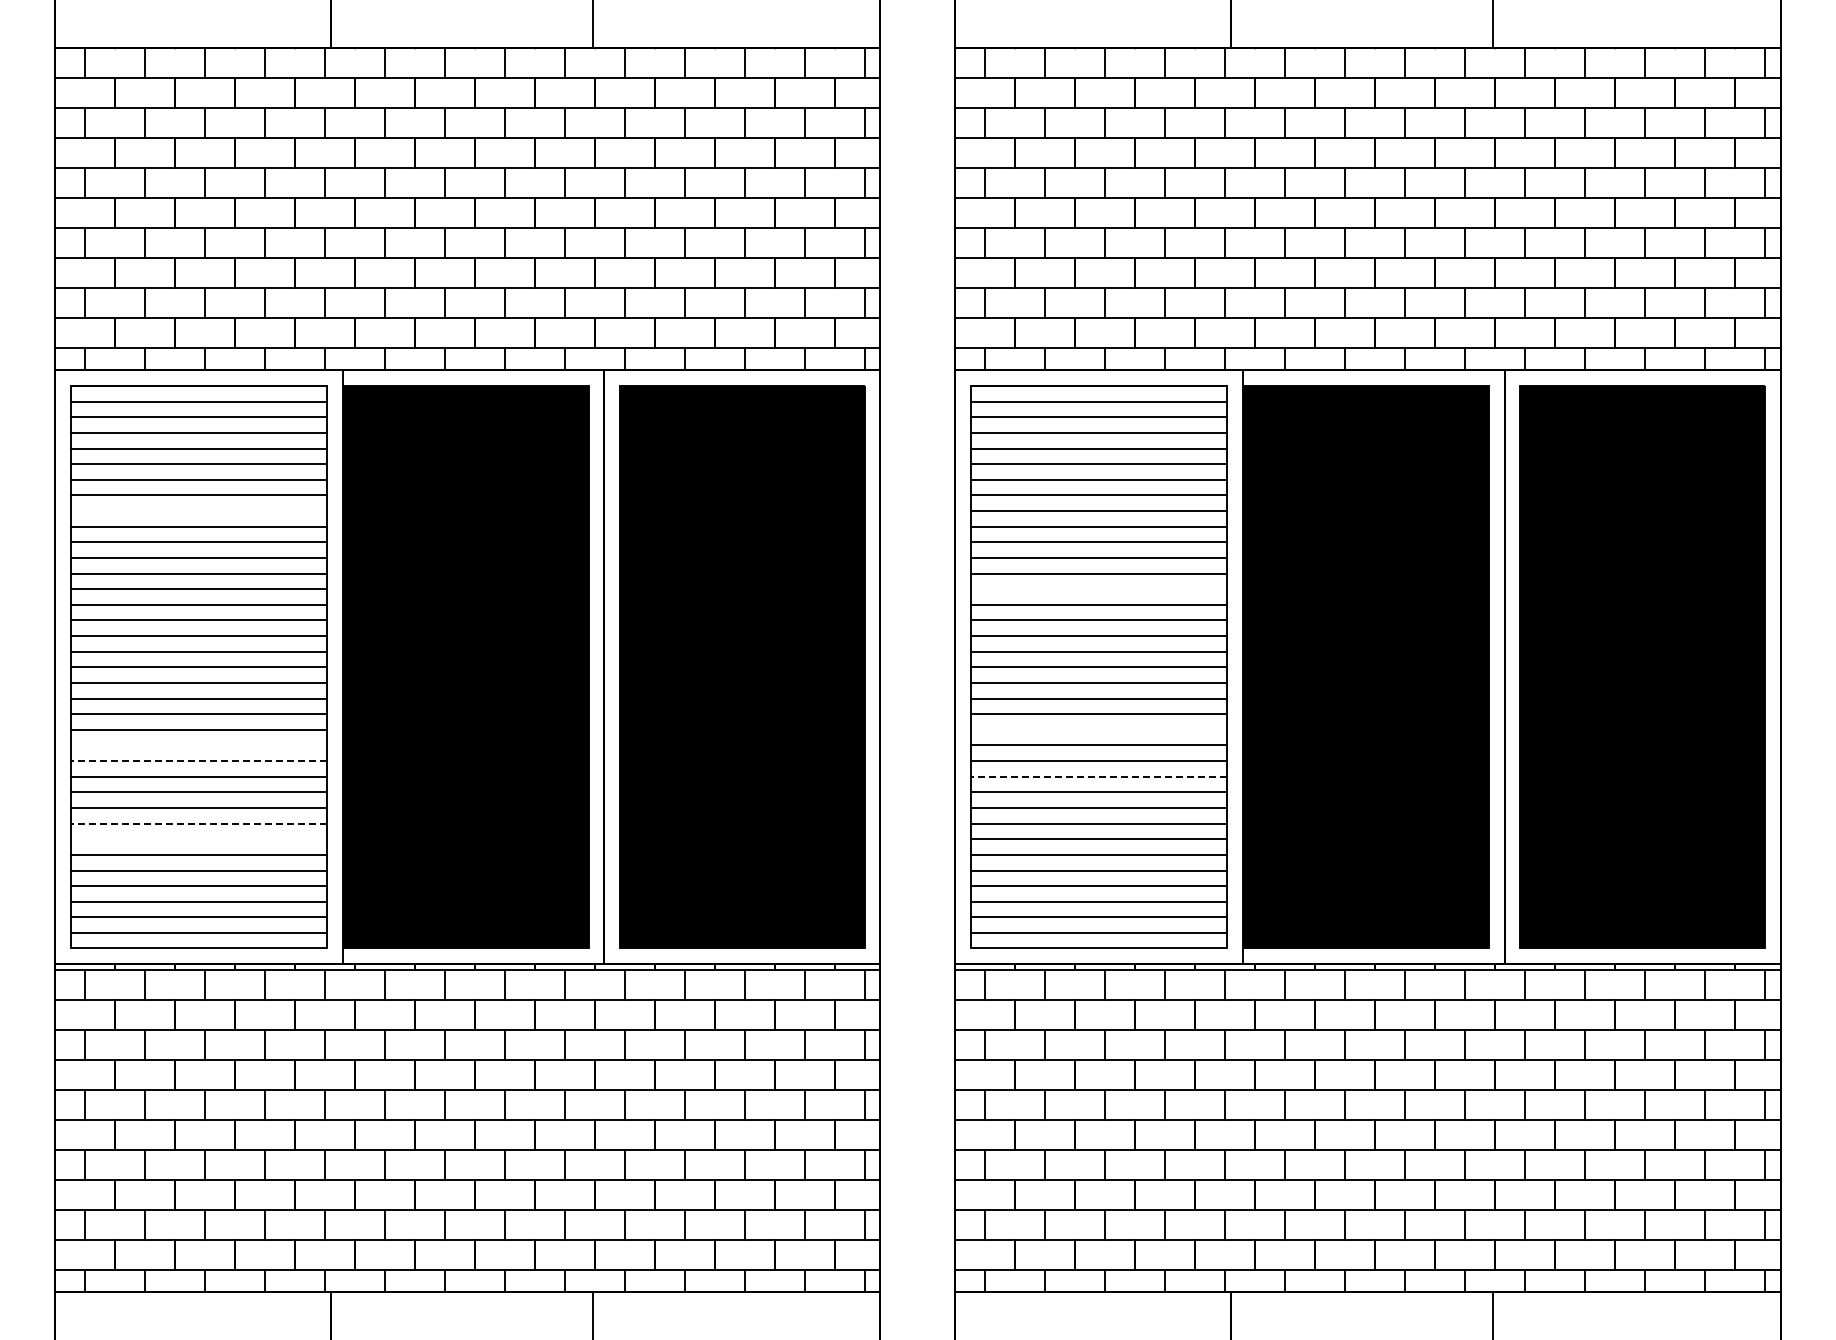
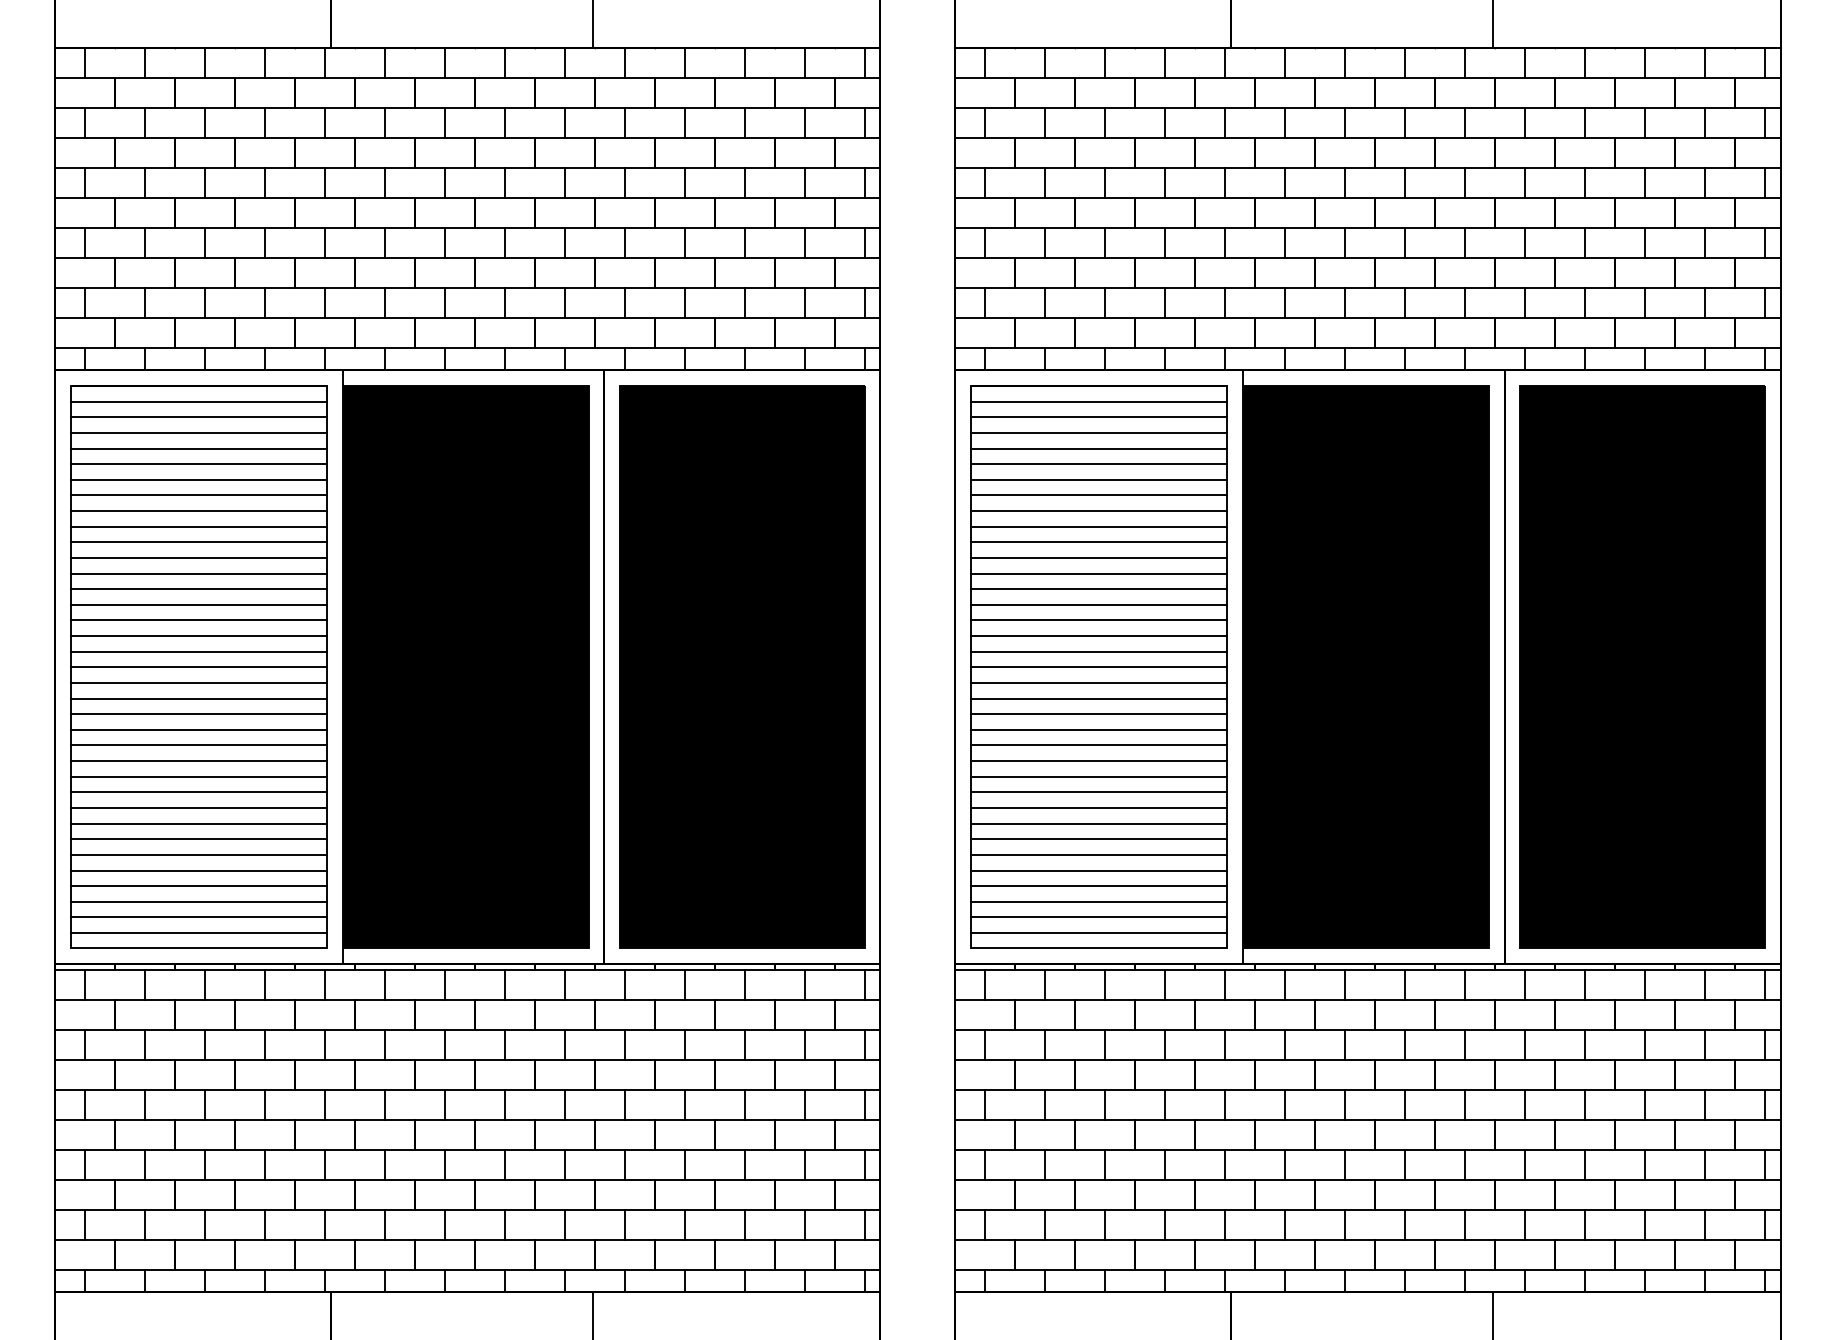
line at (198, 511): none -> present
line at (1098, 589): none -> present
line at (1098, 729): none -> present
line at (198, 745): none -> present
line at (198, 761): dashed -> solid
line at (1098, 776): dashed -> solid
line at (198, 823): dashed -> solid
line at (198, 839): none -> present
